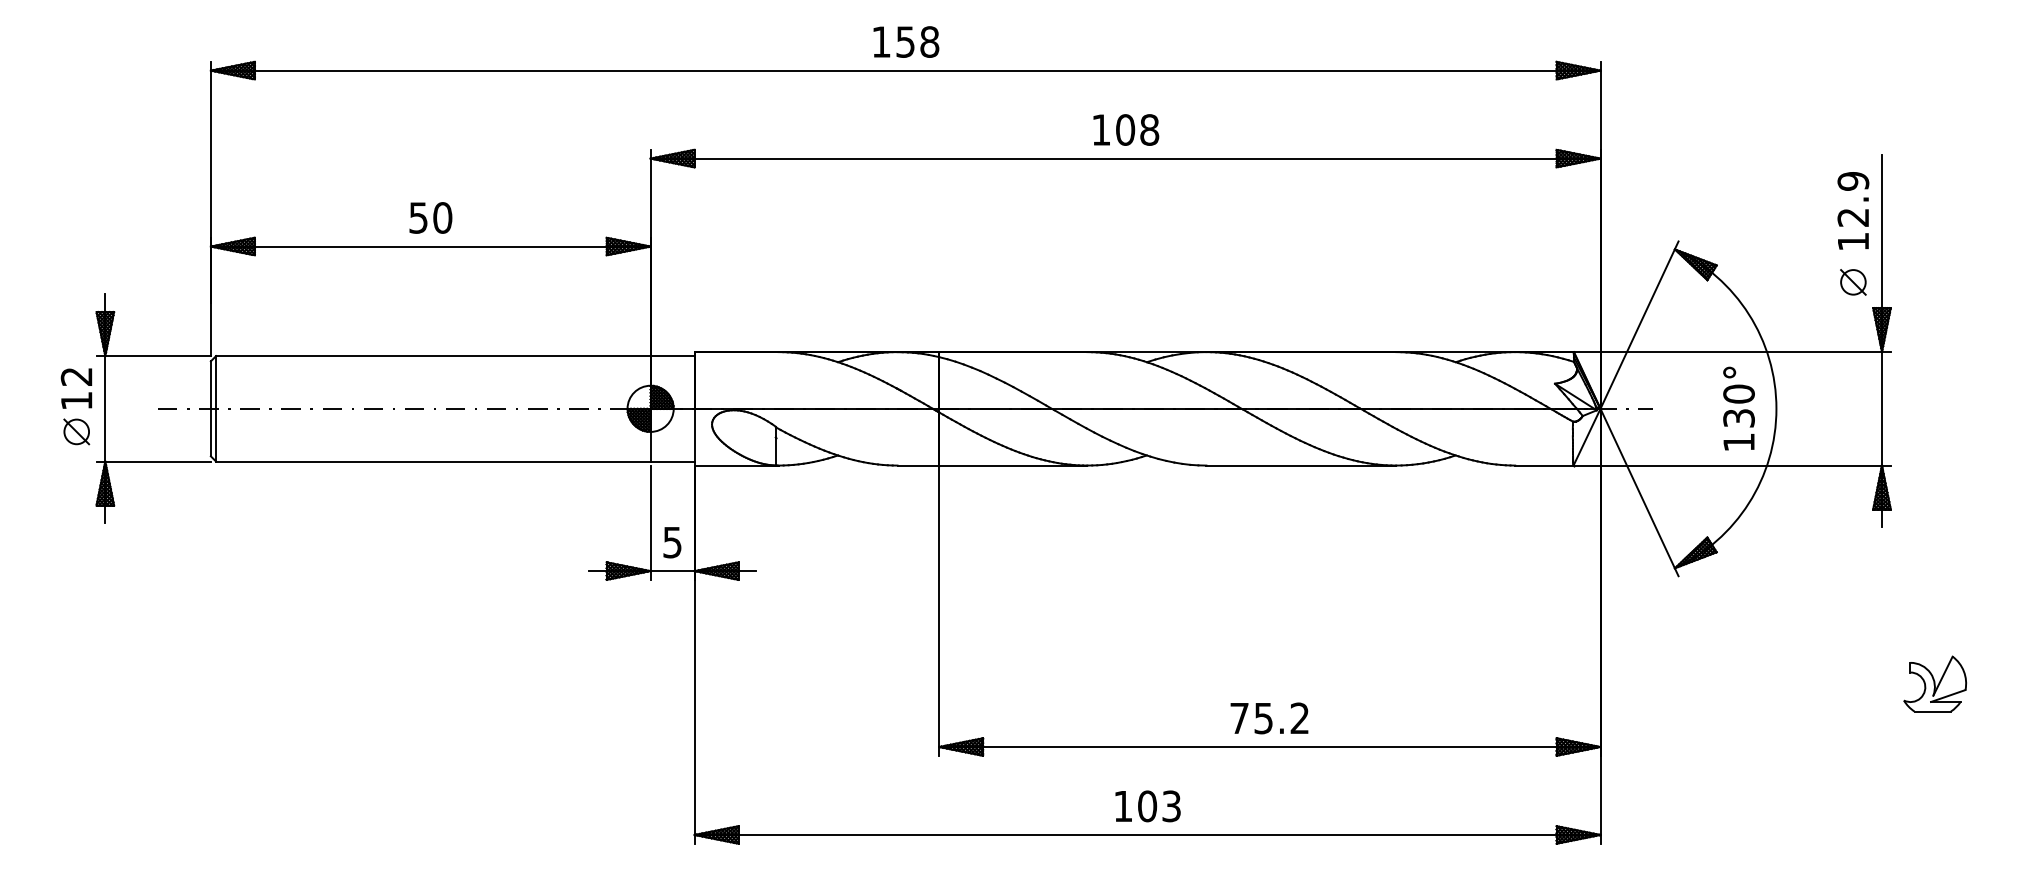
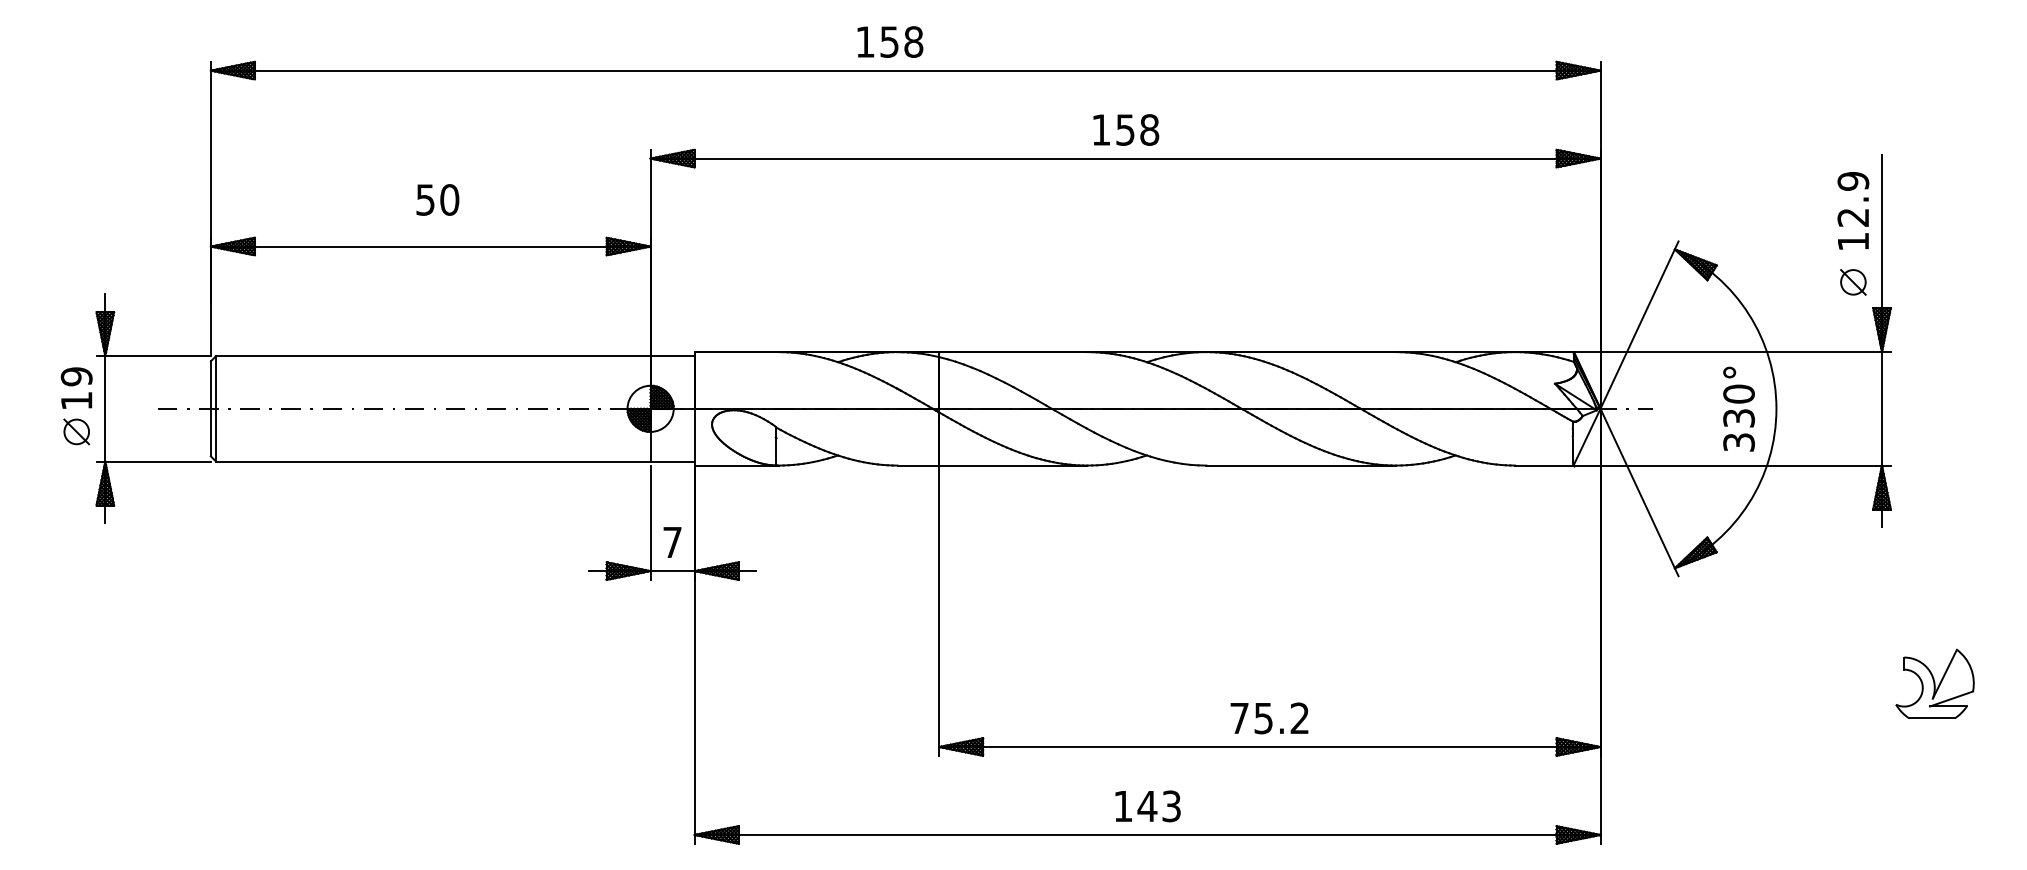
text at (906, 41) position: (906, 41) -> (890, 41)
text at (1125, 129): 108 -> 158
text at (430, 217) position: (430, 217) -> (437, 199)
text at (76, 376): 12 -> 19
text at (1738, 442): 130° -> 330°
text at (672, 542): 5 -> 7
part at (1935, 683) size: 65x58 px -> 80x71 px
text at (1147, 806): 103 -> 143
